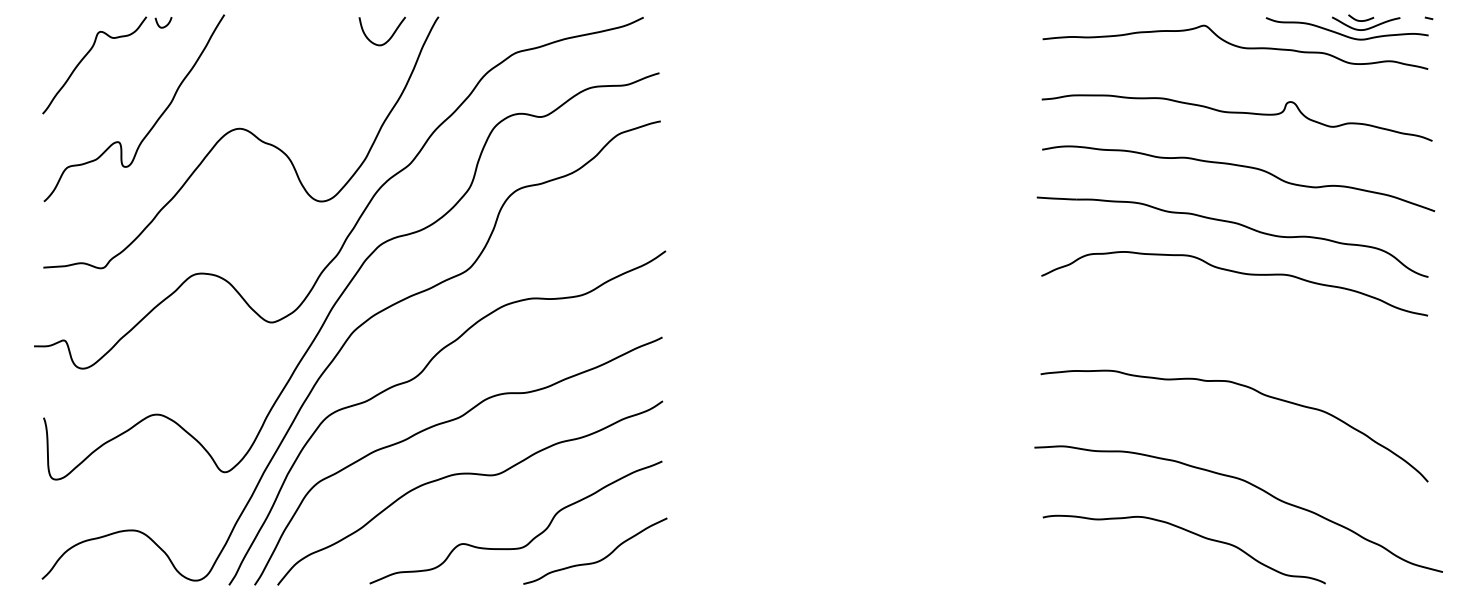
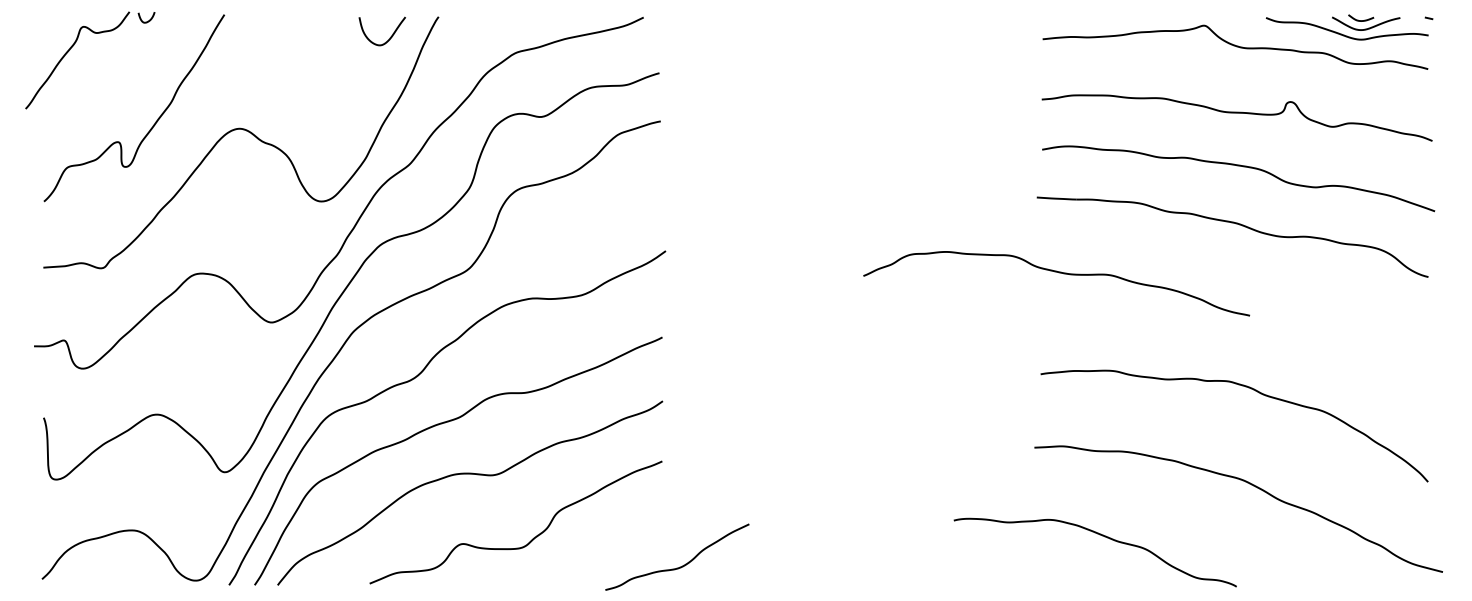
part at (91, 50) position: (91, 50) -> (74, 45)
curve at (1237, 273) position: (1237, 273) -> (1059, 273)
curve at (1188, 532) position: (1188, 532) -> (1099, 535)
curve at (597, 560) position: (597, 560) -> (679, 566)
